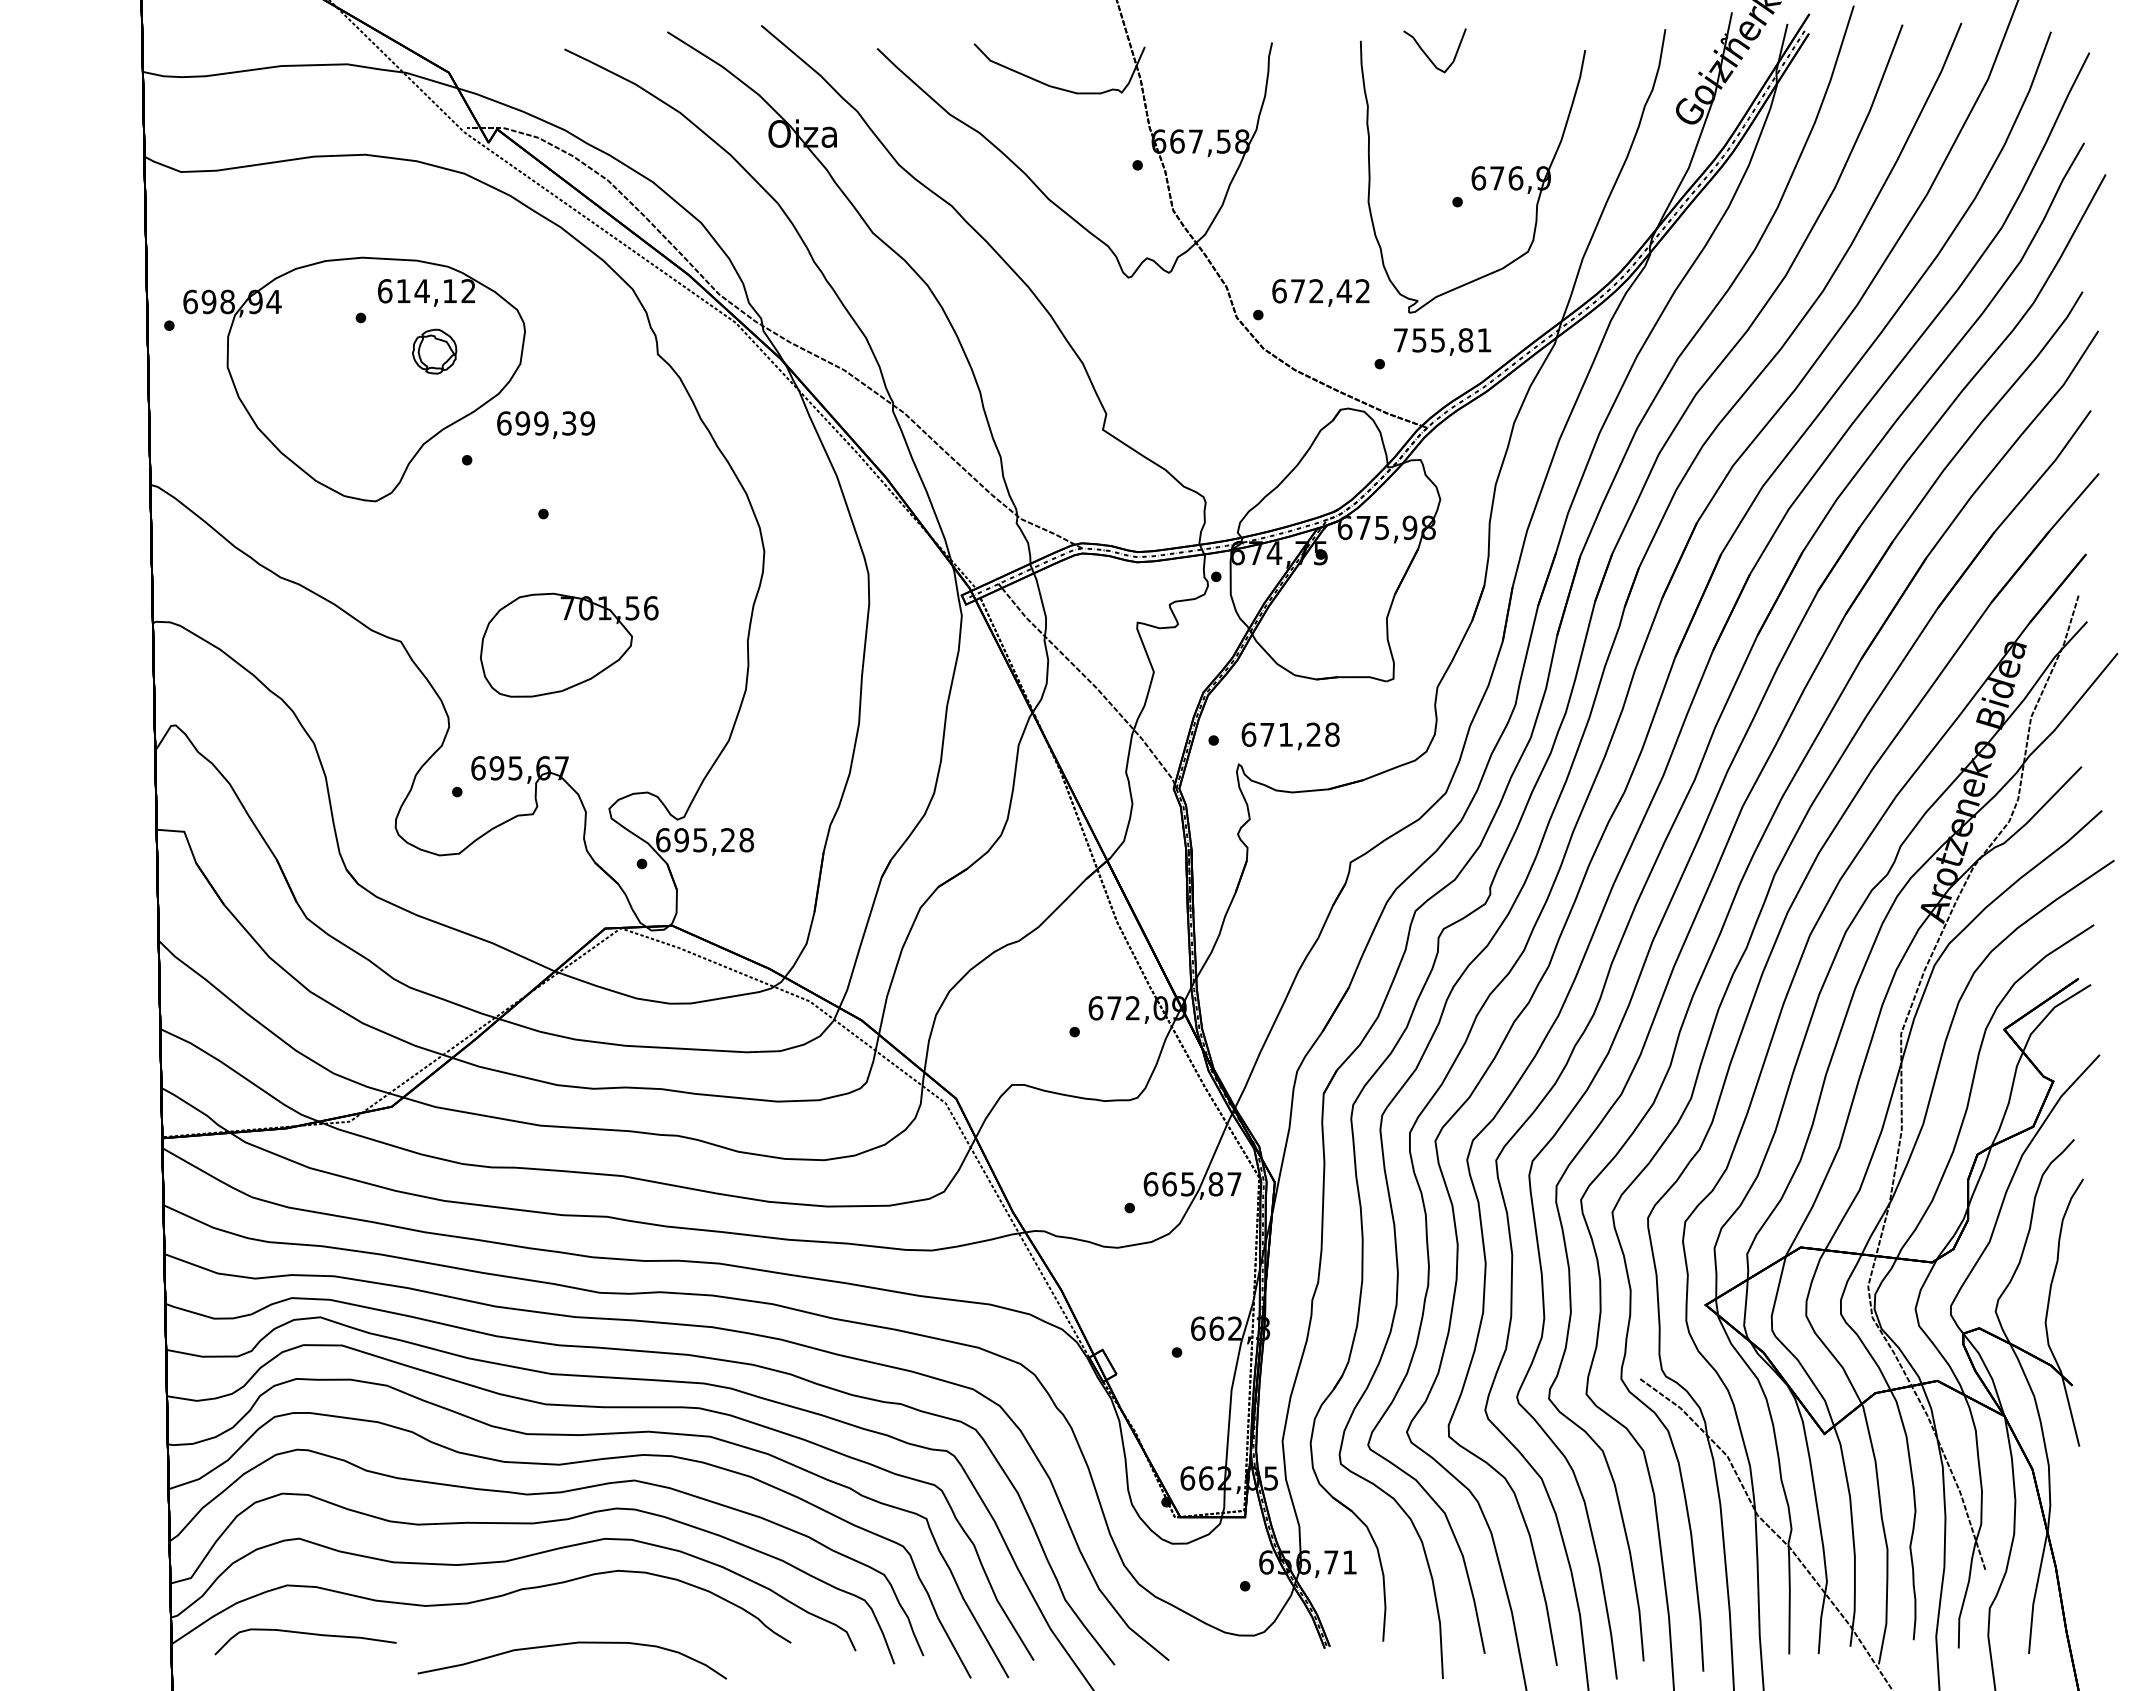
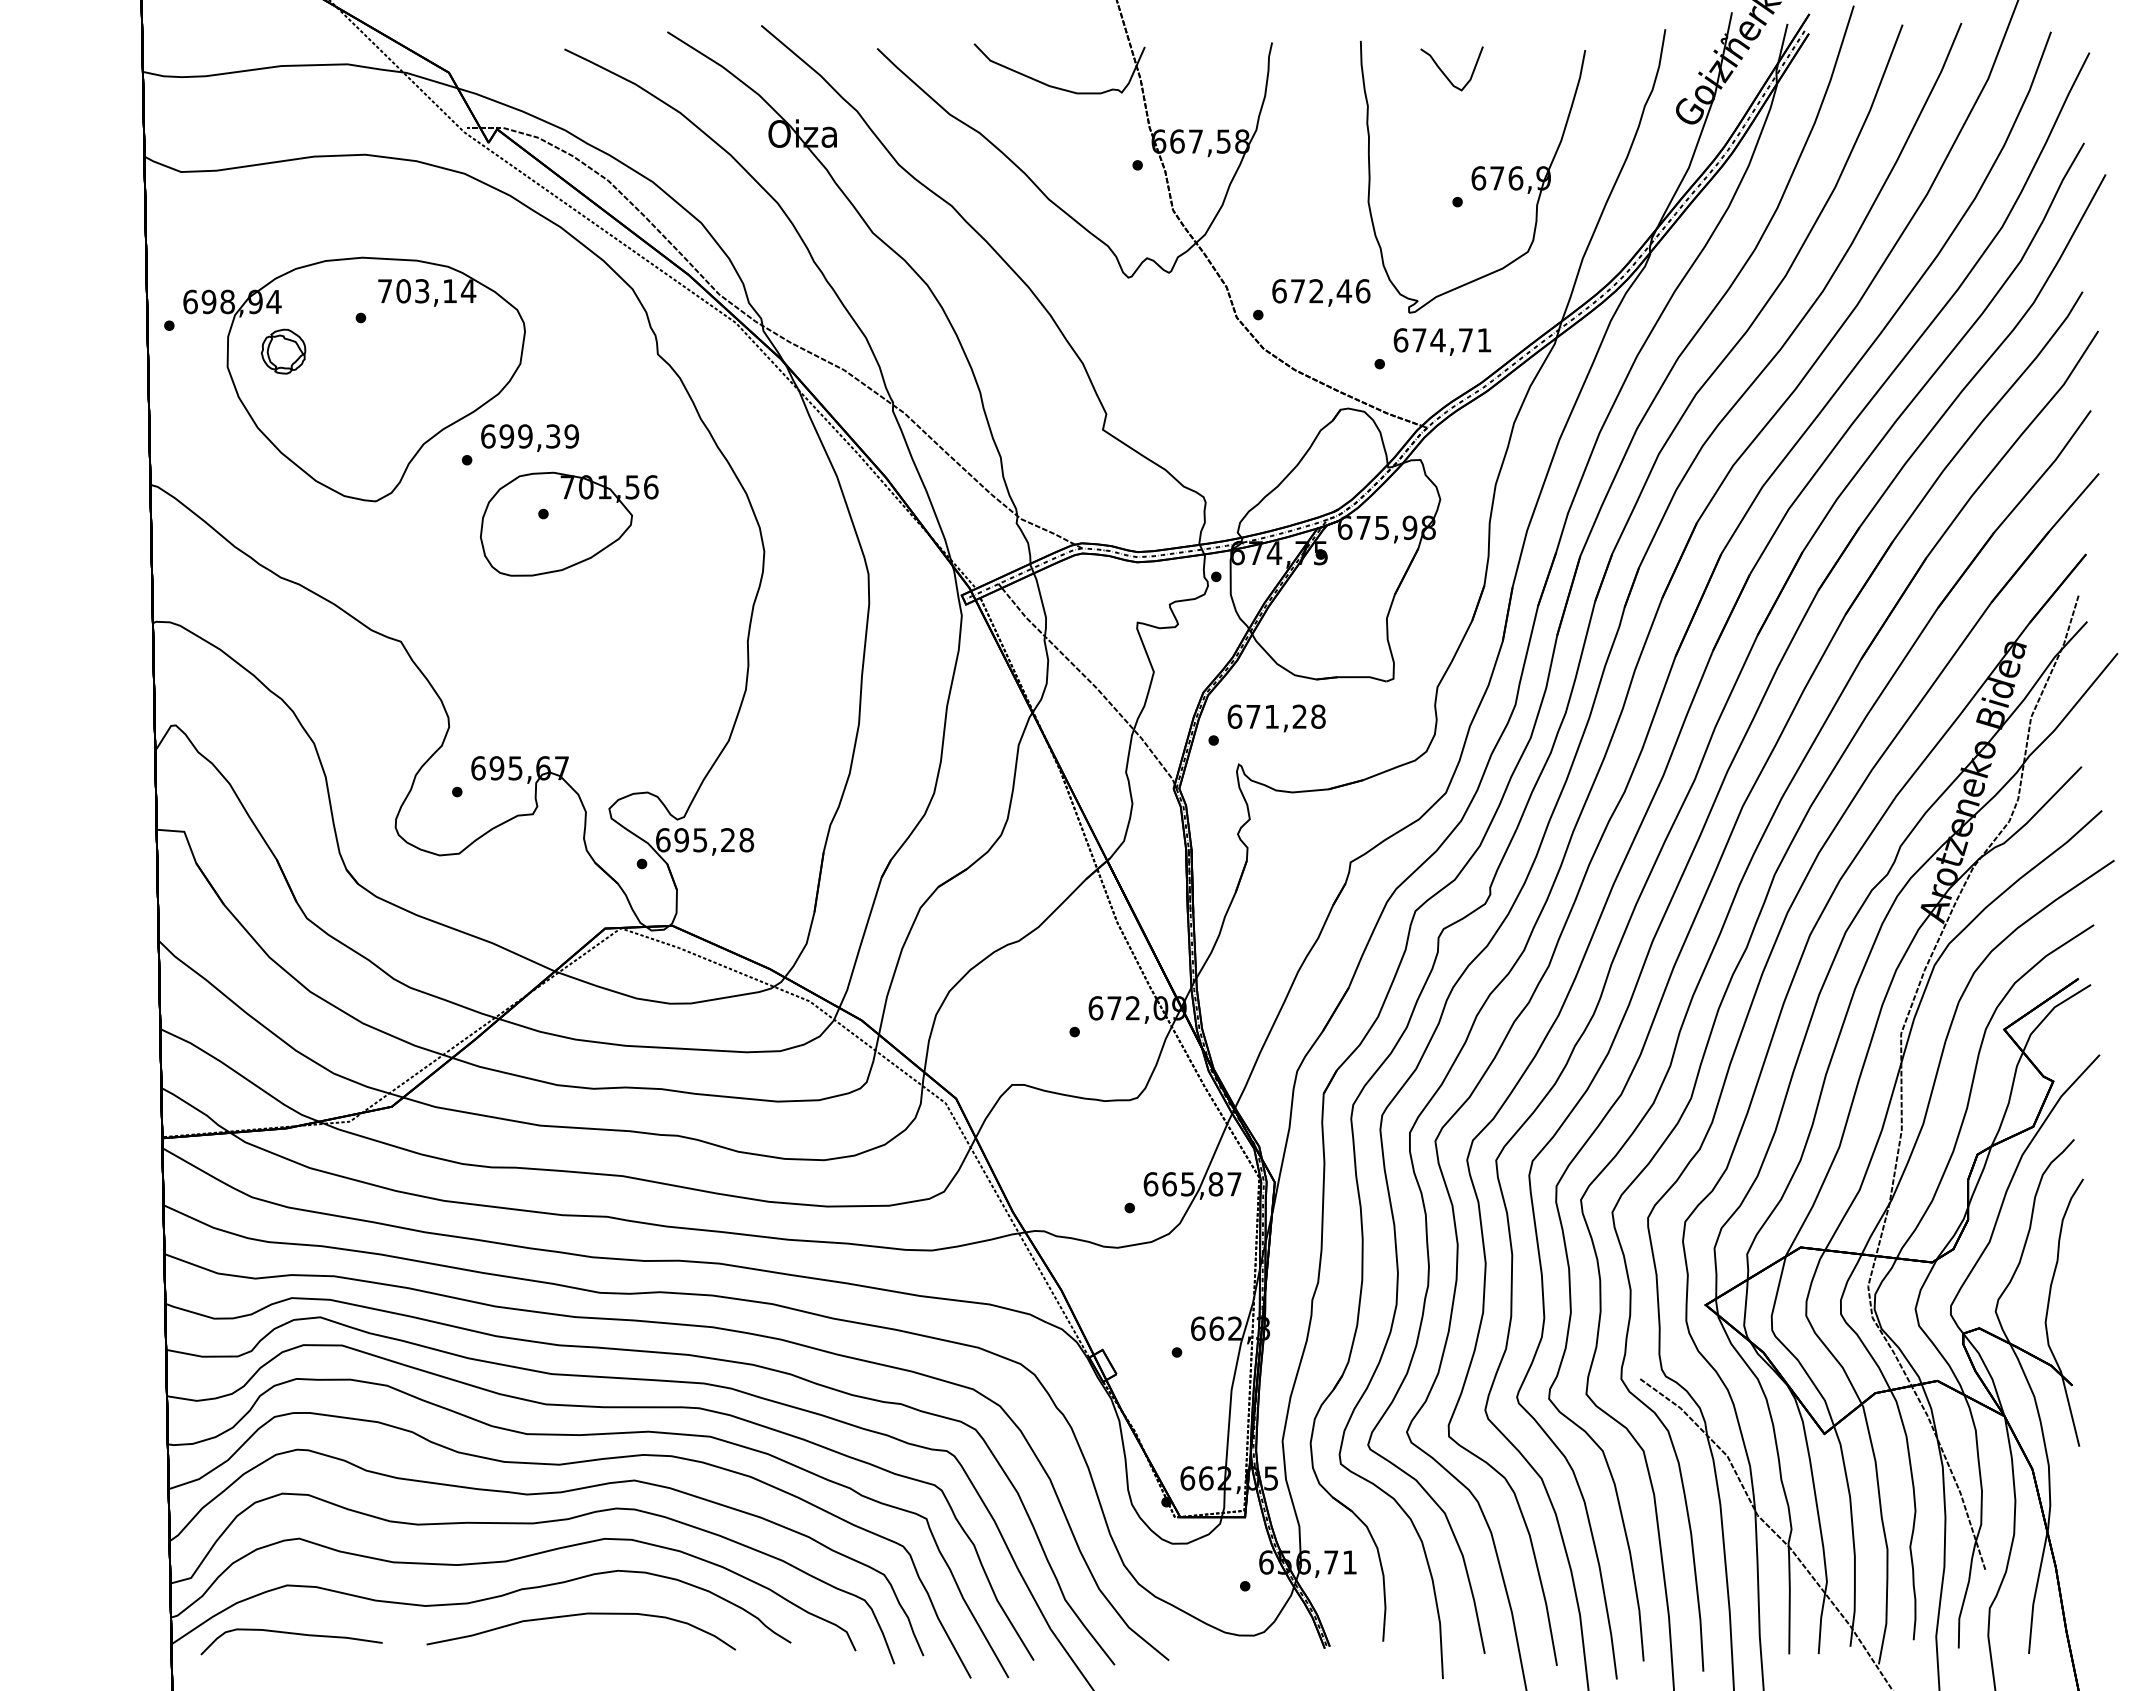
curve at (1428, 56) position: (1428, 56) -> (1445, 74)
text at (427, 291): 614,12 -> 703,14
text at (1362, 291): 672,42 -> 672,46
text at (1433, 340): 755,81 -> 674,71
part at (434, 351) position: (434, 351) -> (283, 351)
text at (546, 424) position: (546, 424) -> (530, 437)
part at (569, 644) position: (569, 644) -> (569, 523)
text at (1290, 736) position: (1290, 736) -> (1276, 718)
curve at (305, 1634) position: (305, 1634) -> (291, 1634)
curve at (572, 1644) position: (572, 1644) -> (581, 1615)
